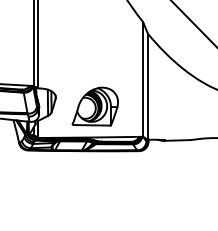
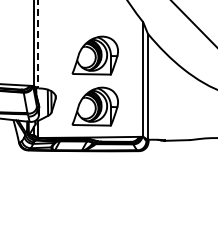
line at (38, 44): solid -> dashed
part at (94, 55): none -> present
